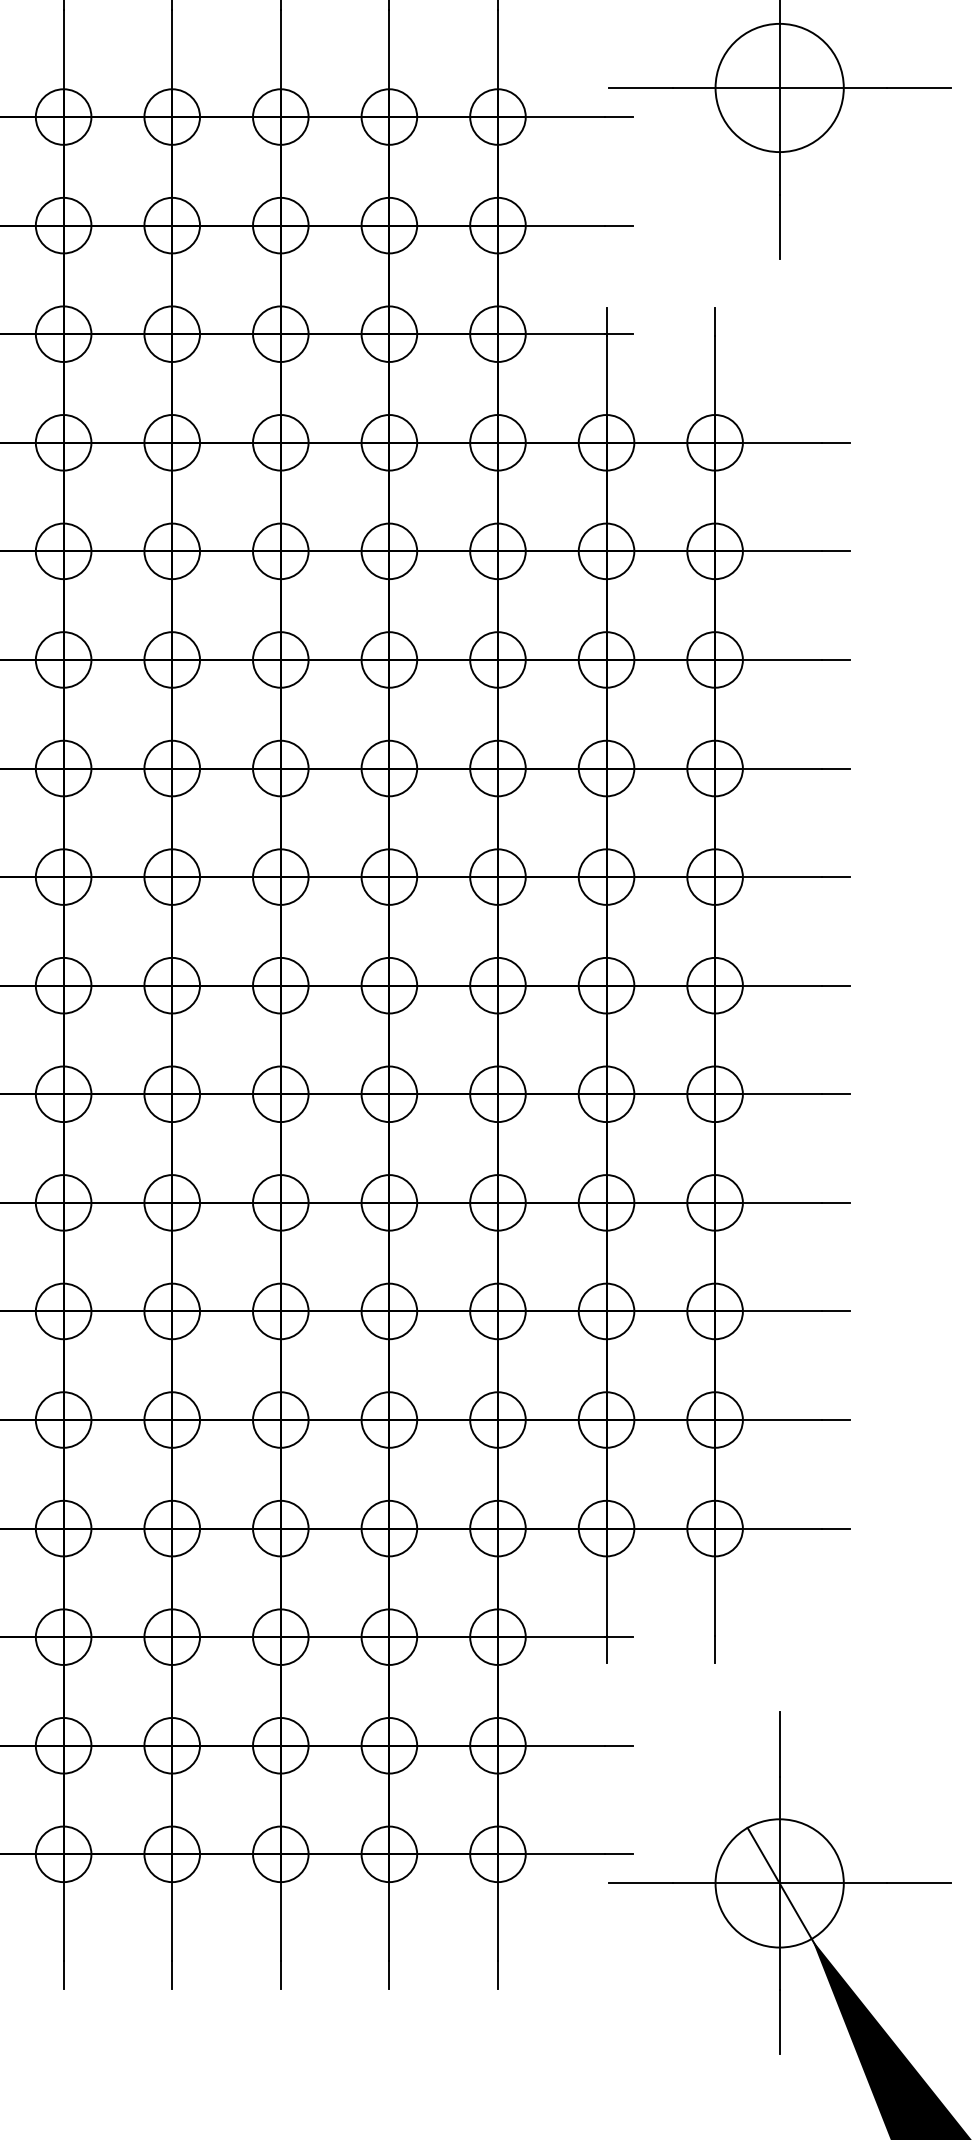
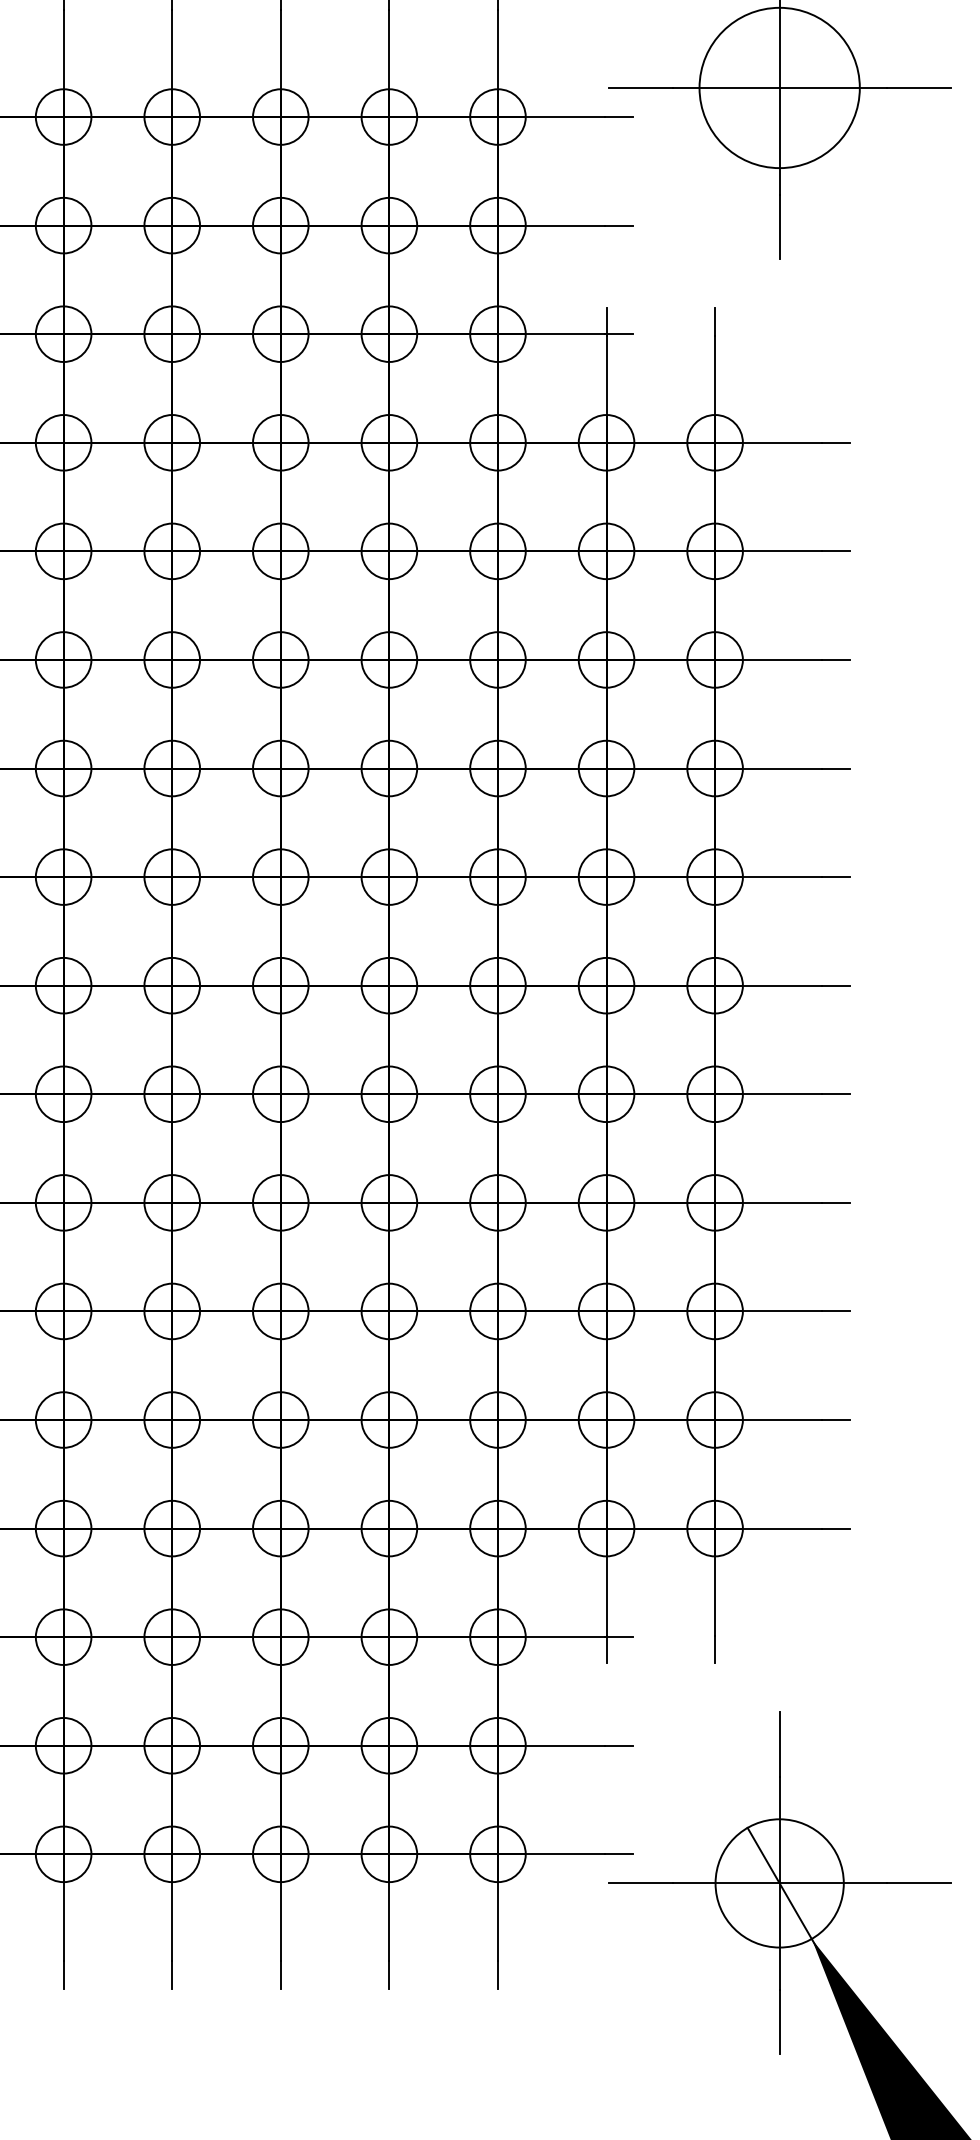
circle at (779, 87) diameter: 128 px -> 160 px
